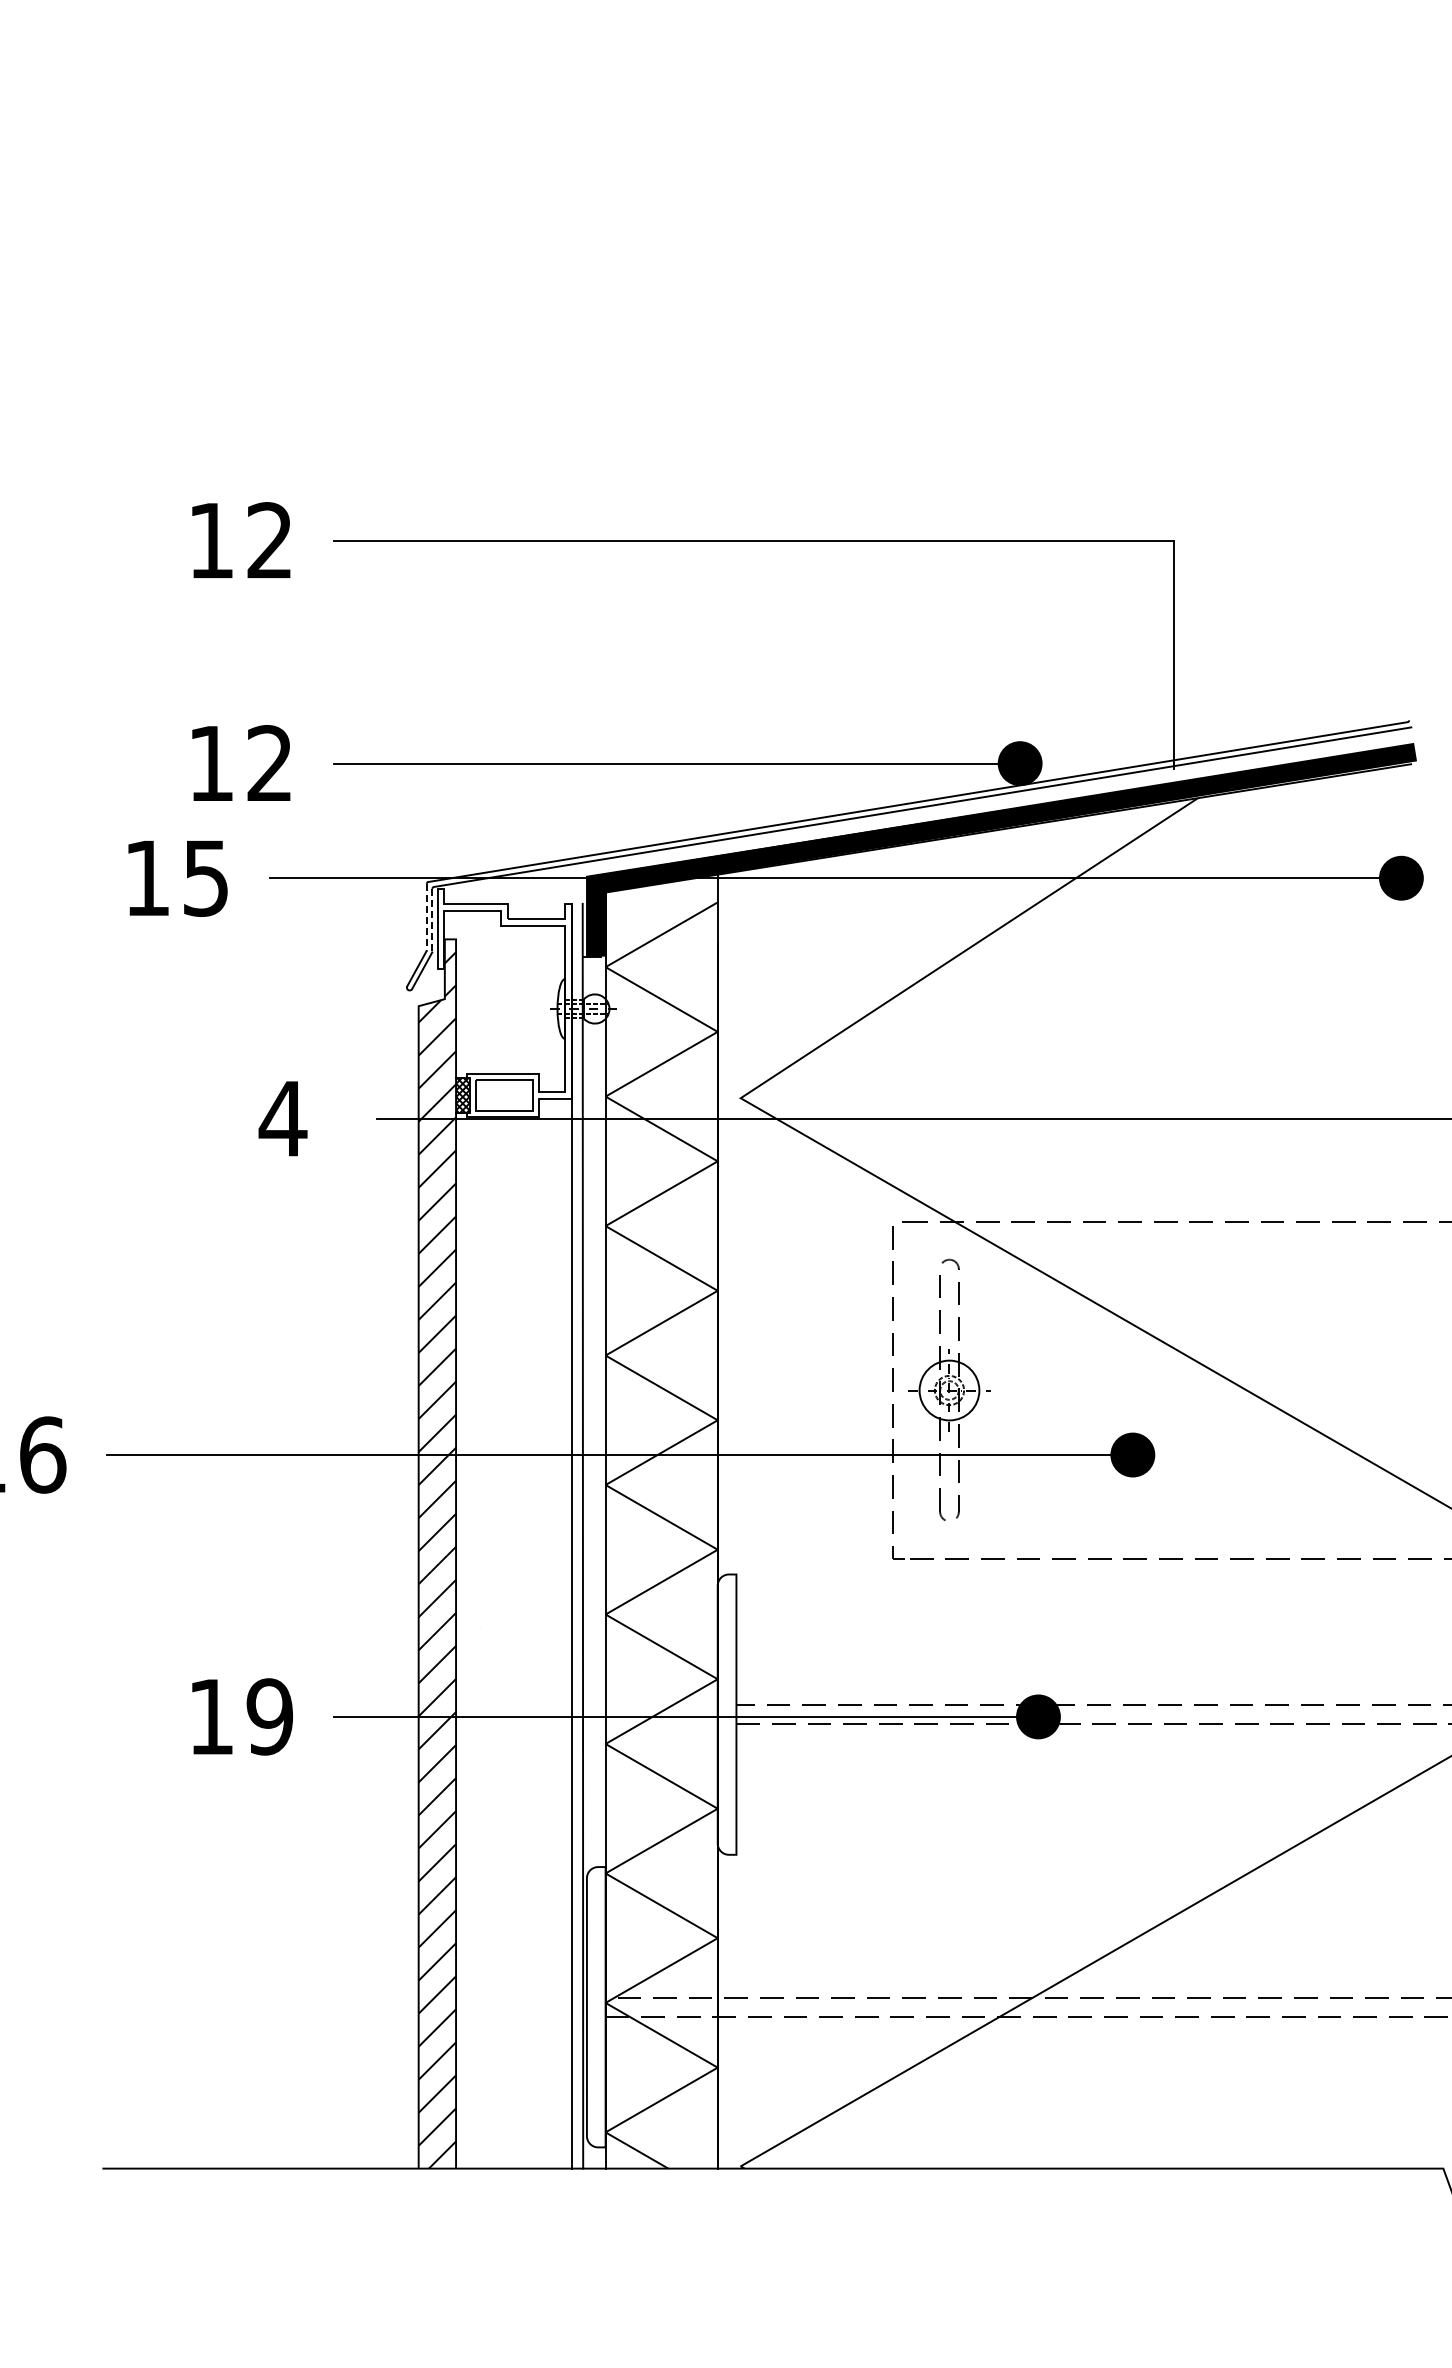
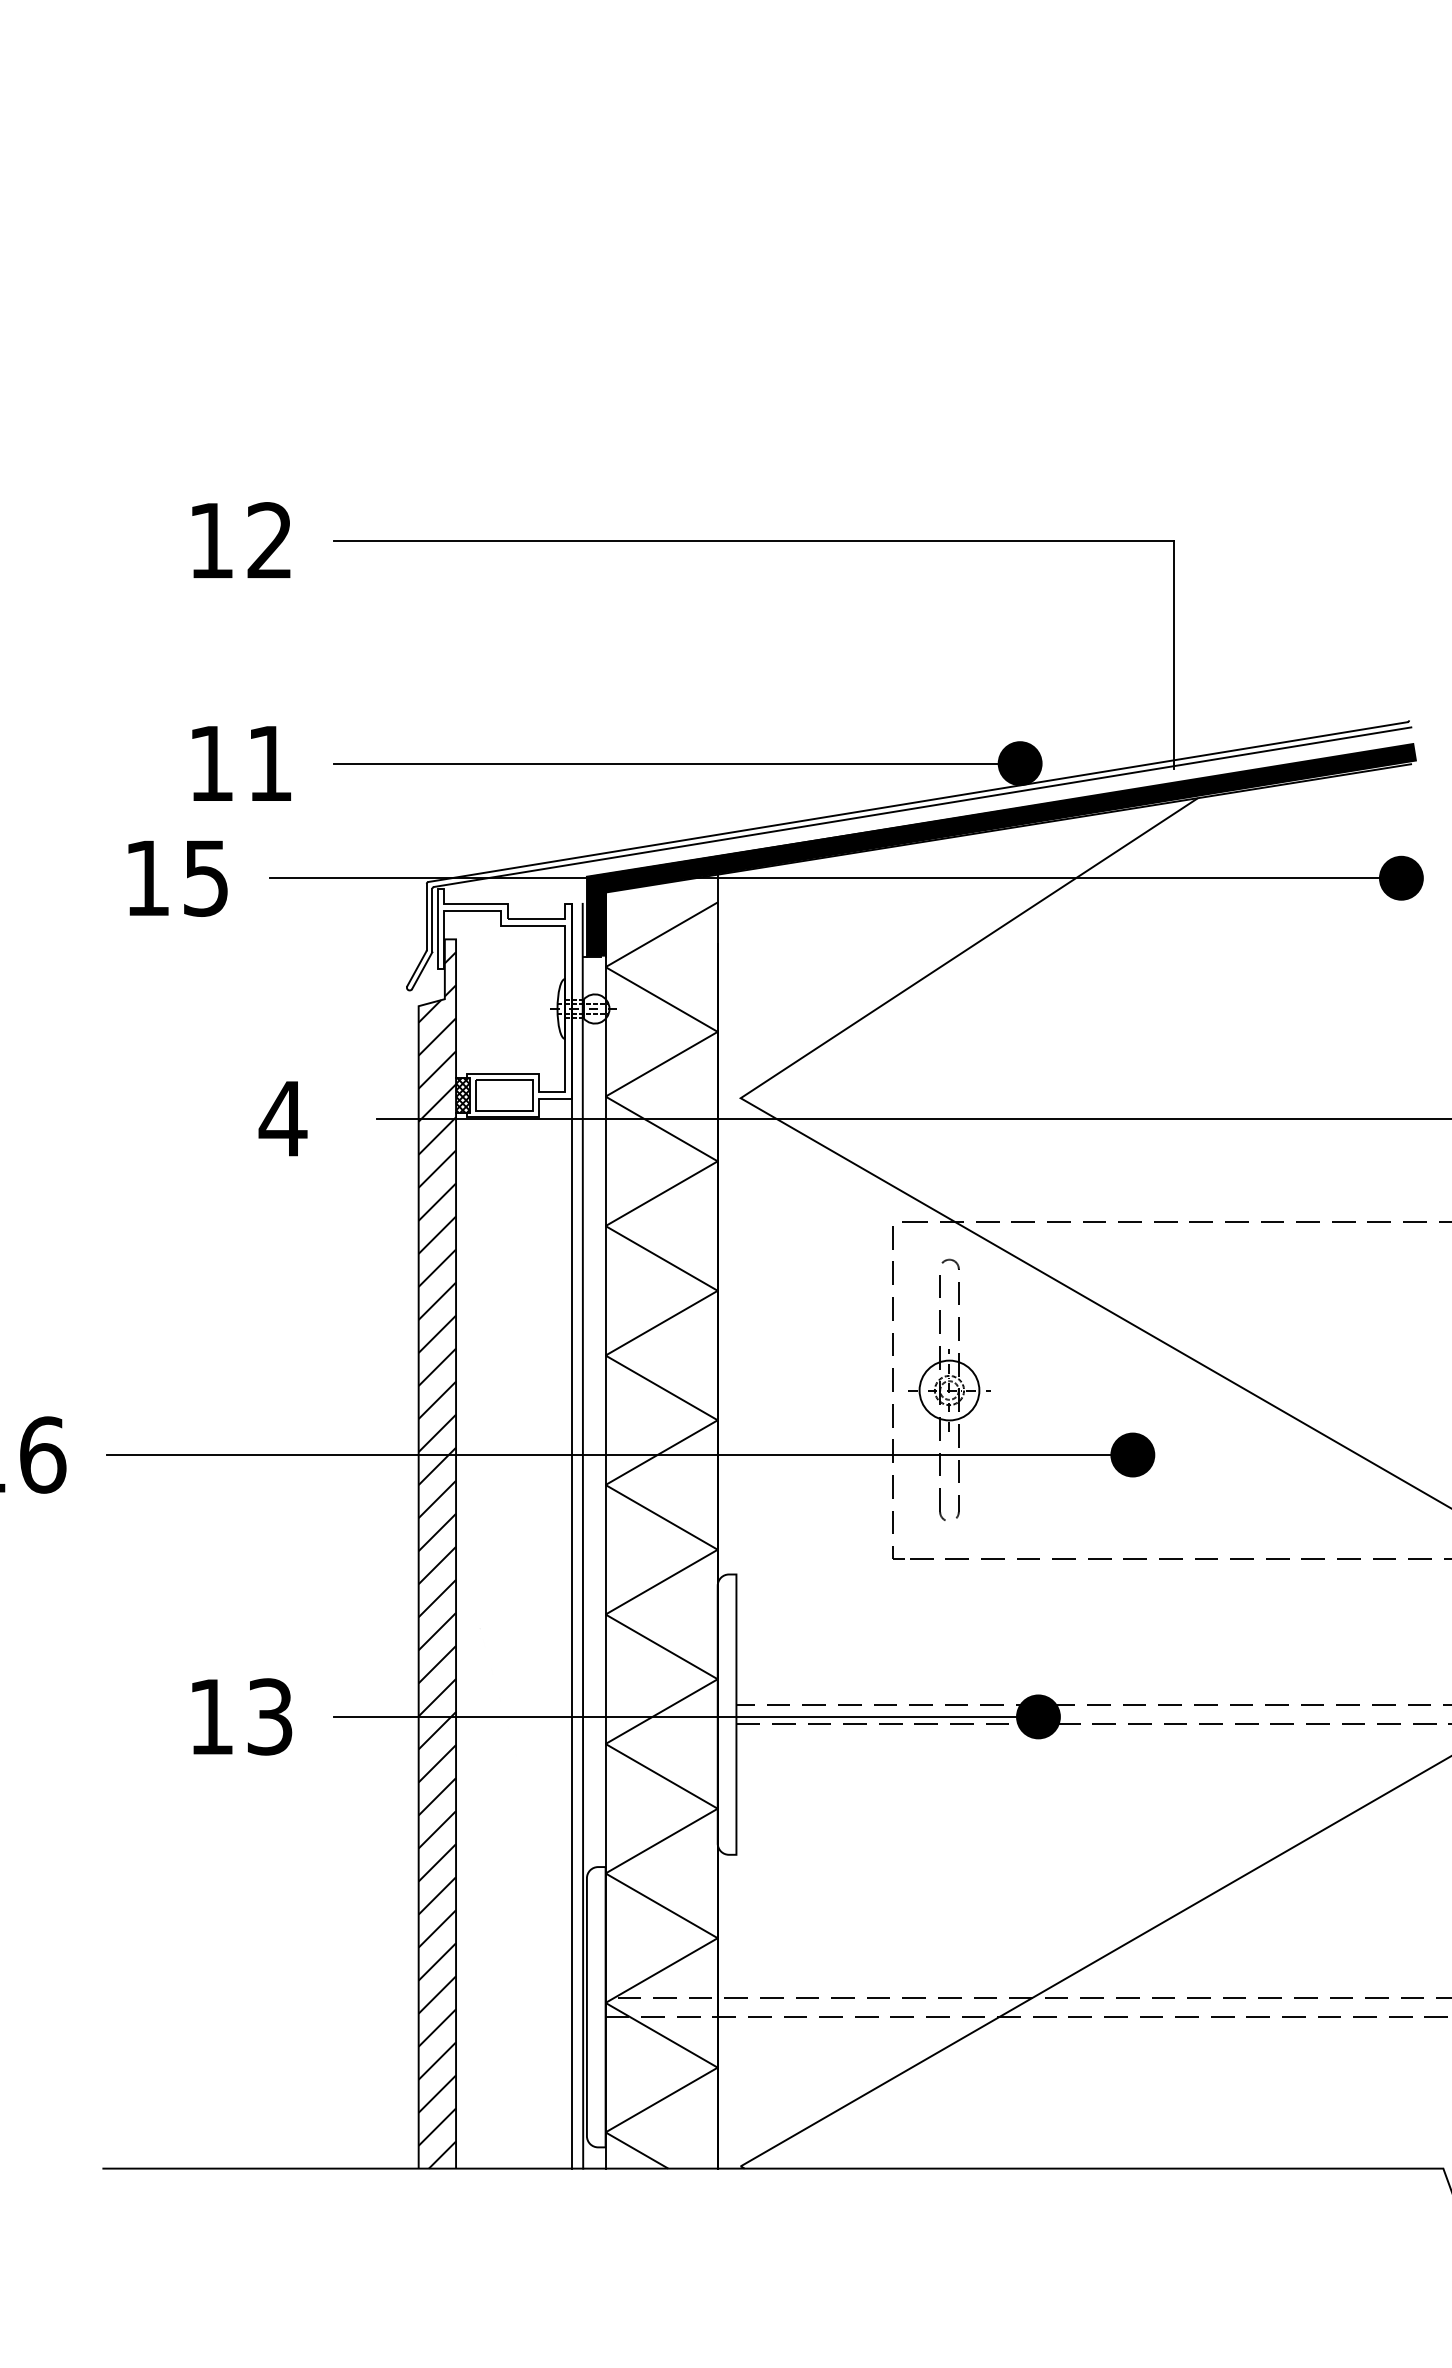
text at (269, 762): 12 -> 11
line at (426, 917): dashed -> solid
line at (432, 920): dashed -> solid
text at (269, 1716): 19 -> 13
